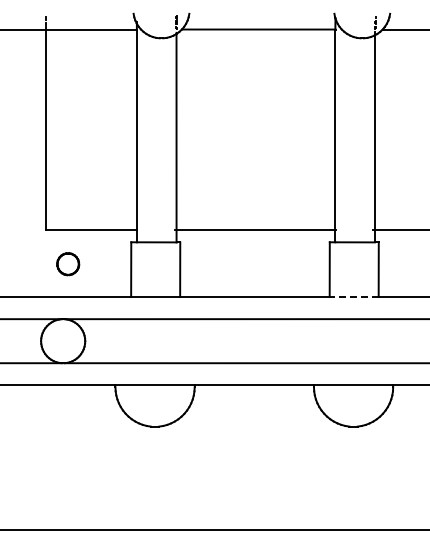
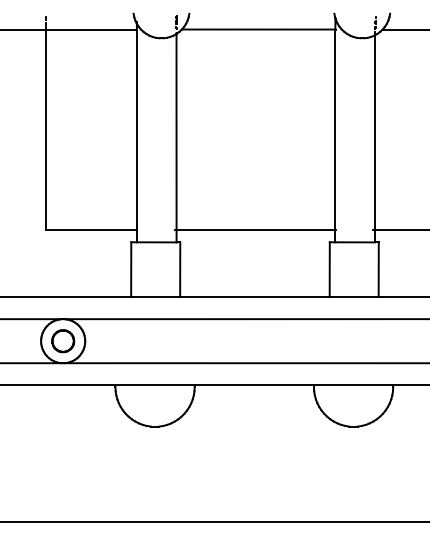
part at (68, 264) position: (68, 264) -> (63, 341)
line at (353, 297): dashed -> solid
line at (214, 529) position: (214, 529) -> (214, 521)
